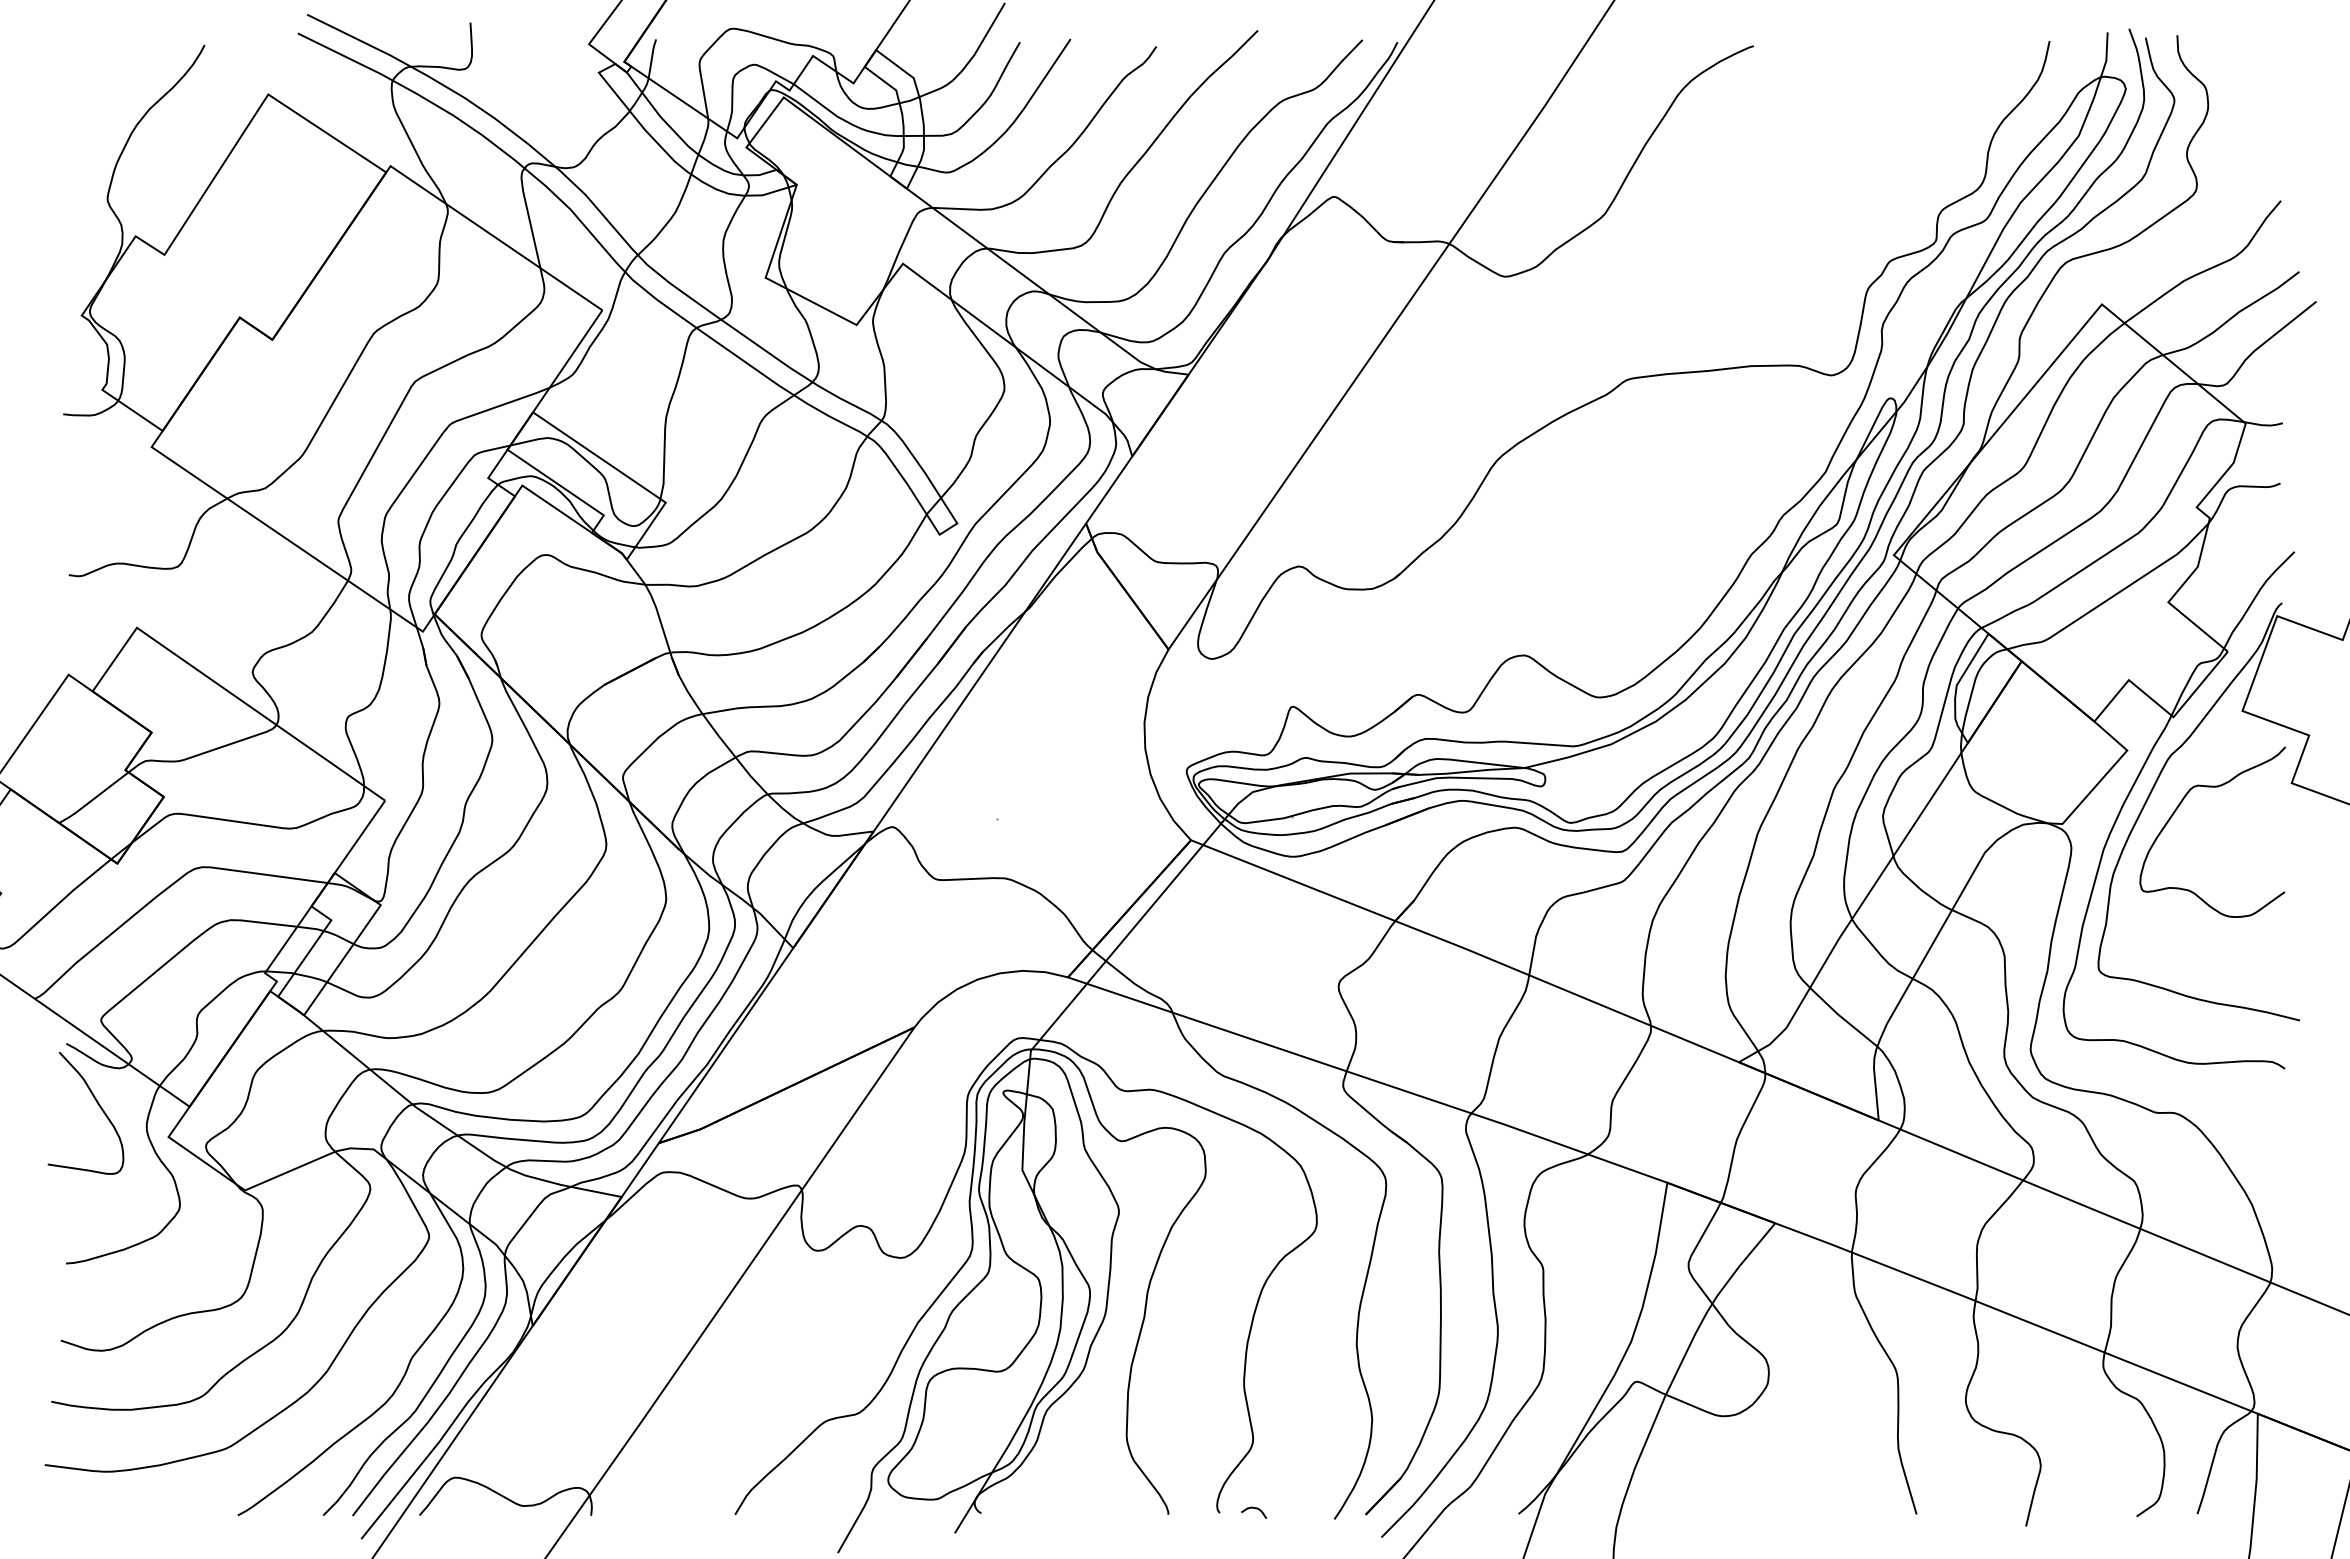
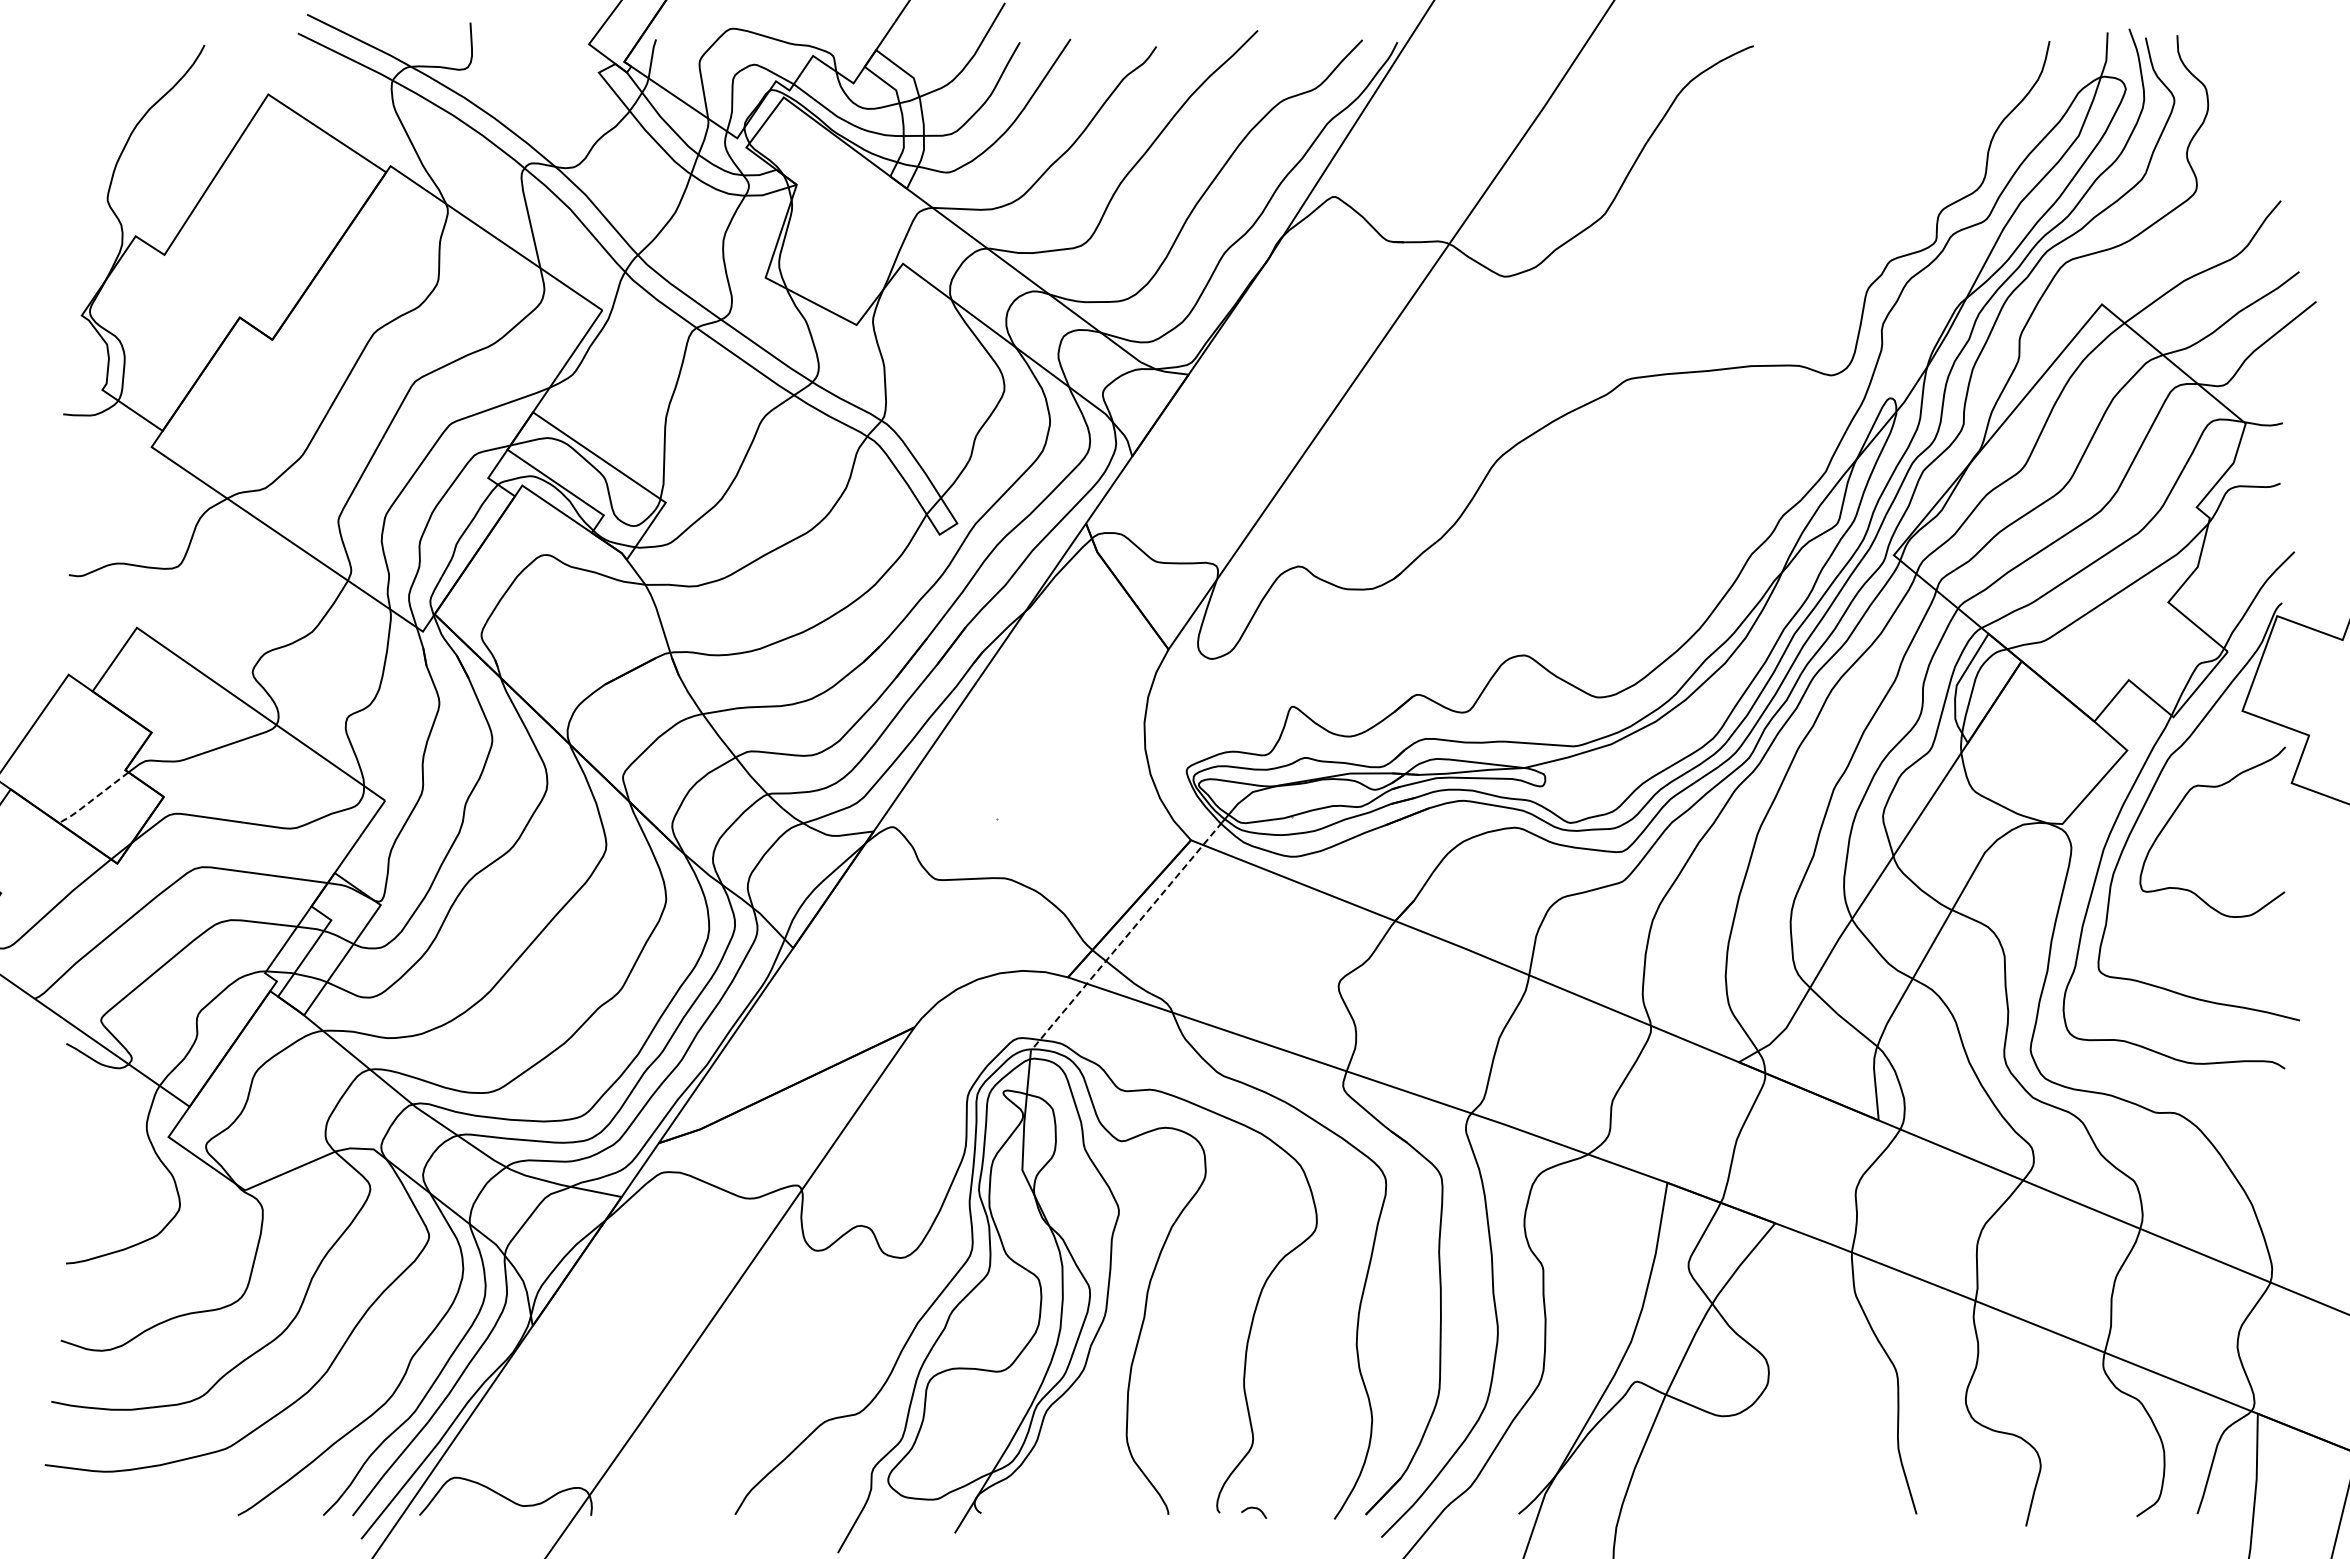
line at (93, 799): solid -> dashed
line at (1126, 936): solid -> dashed
curve at (97, 1104): present -> none
